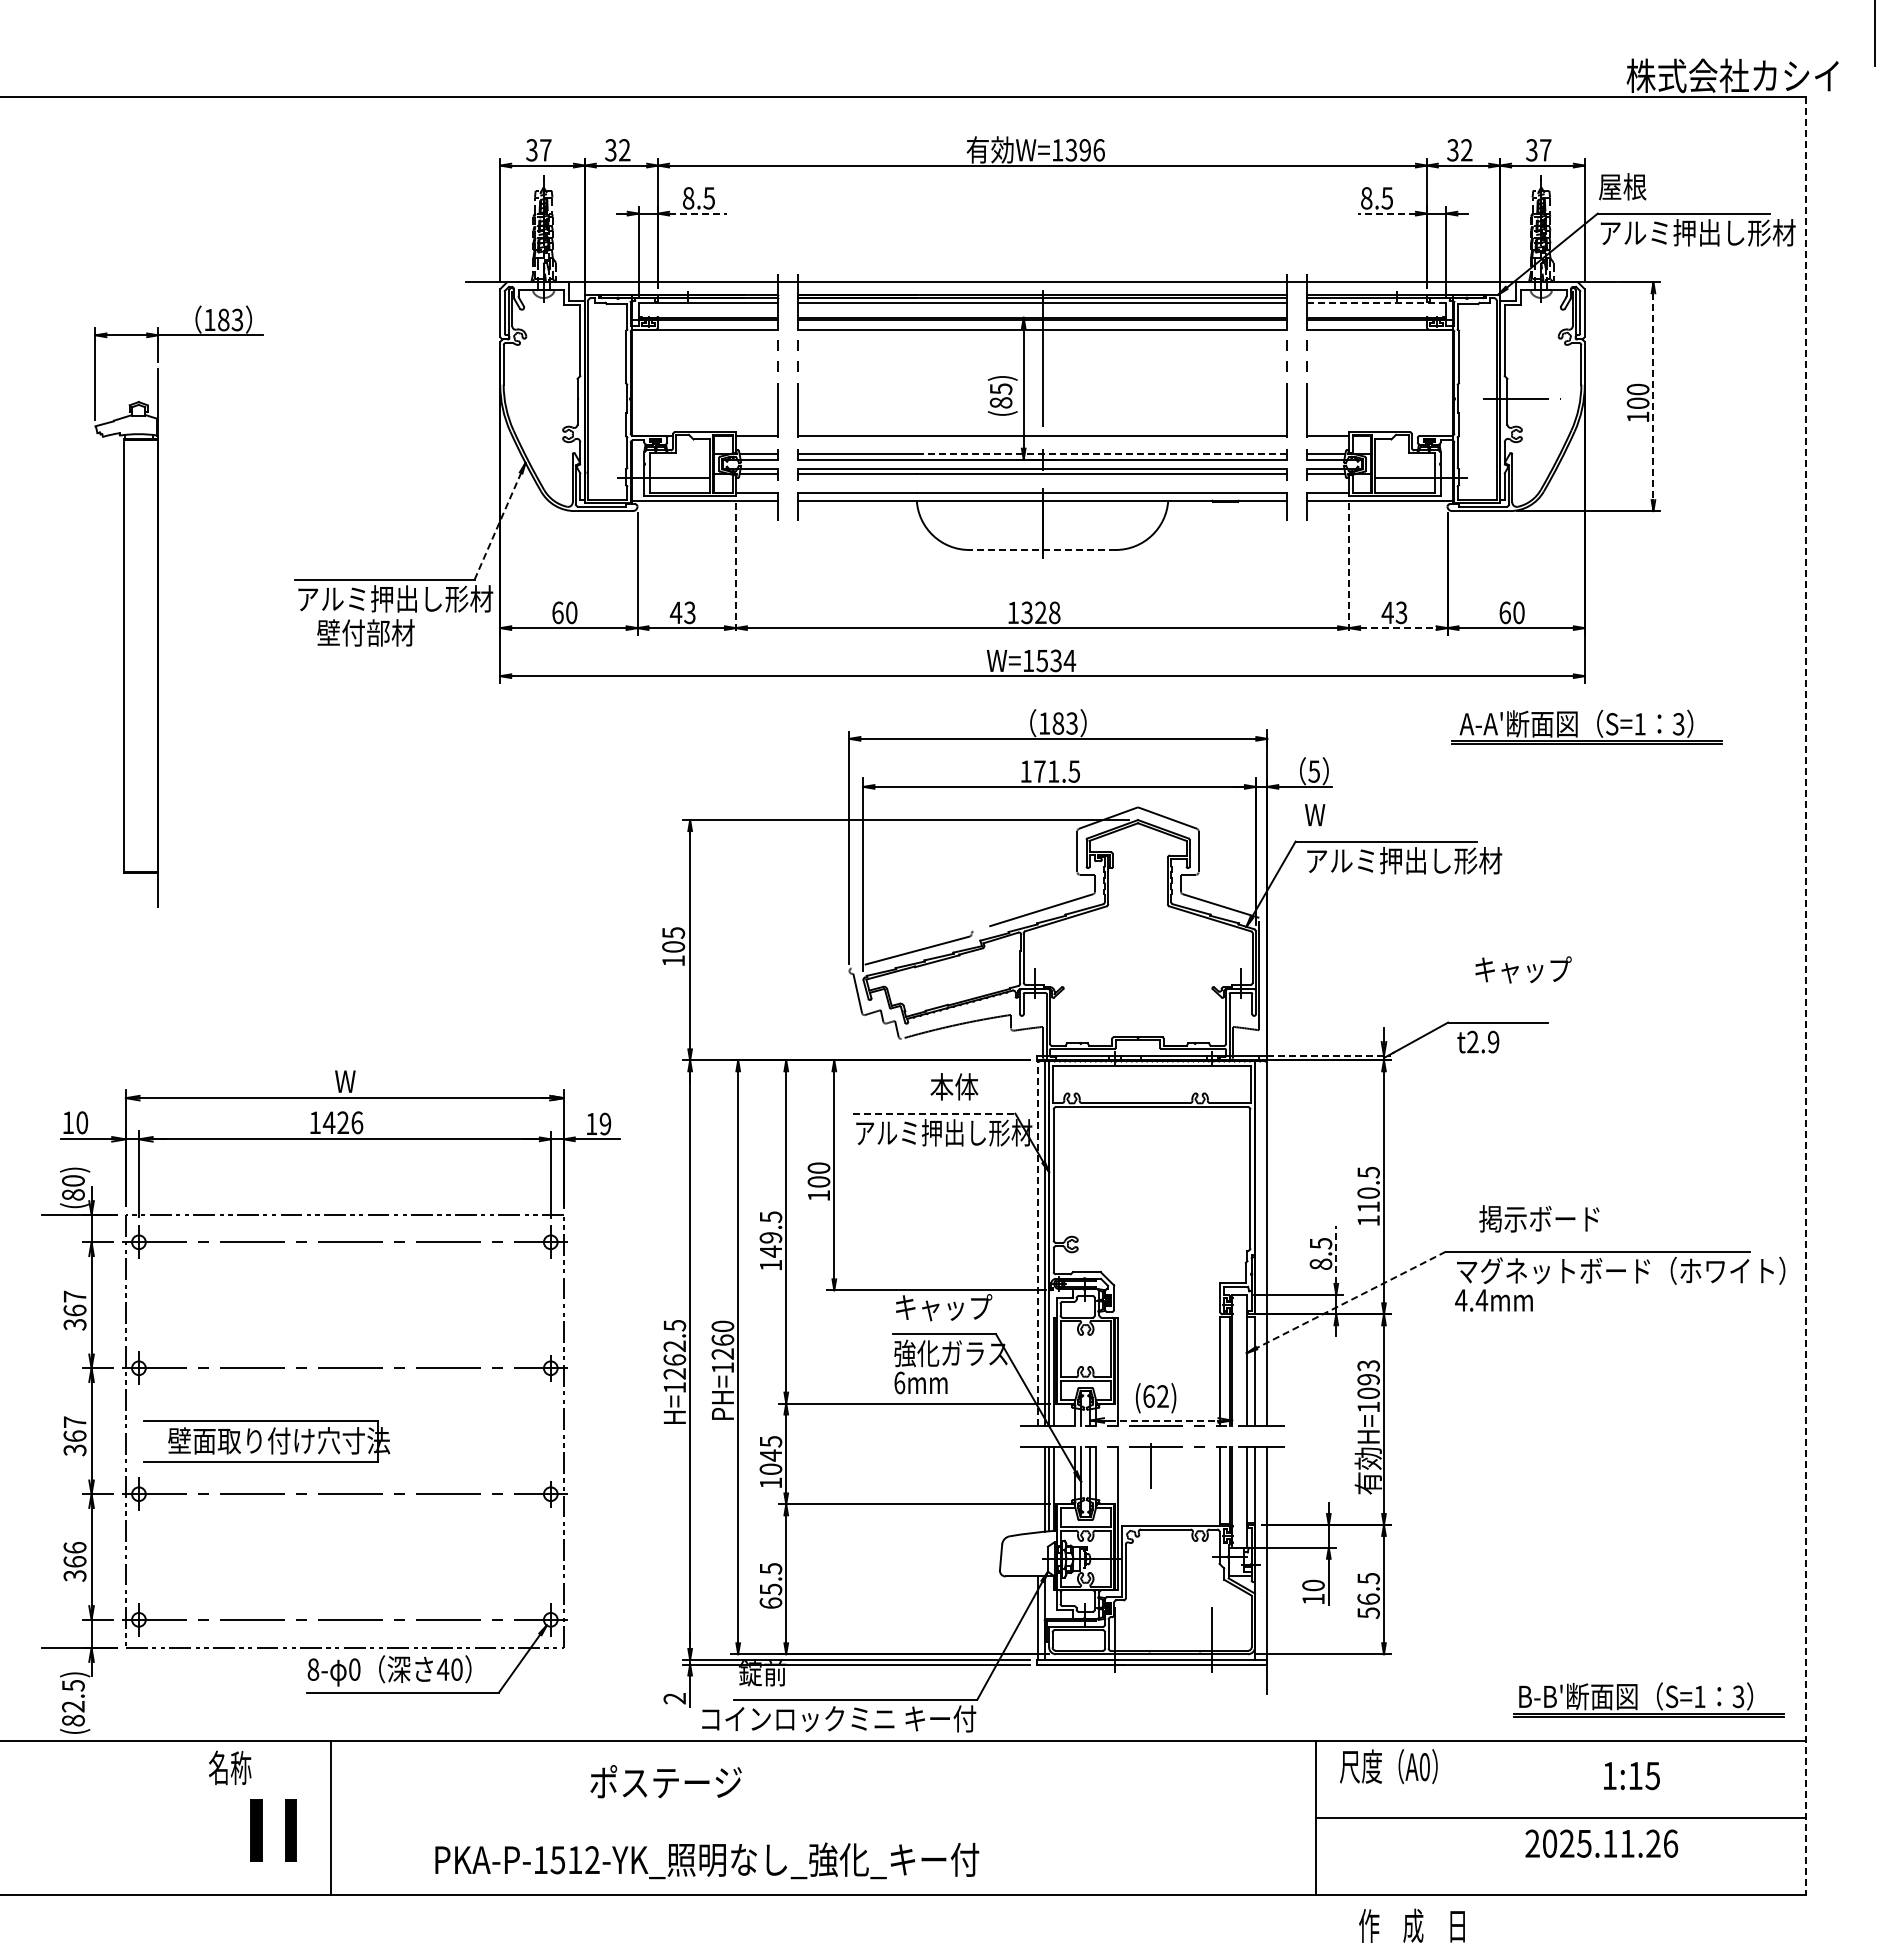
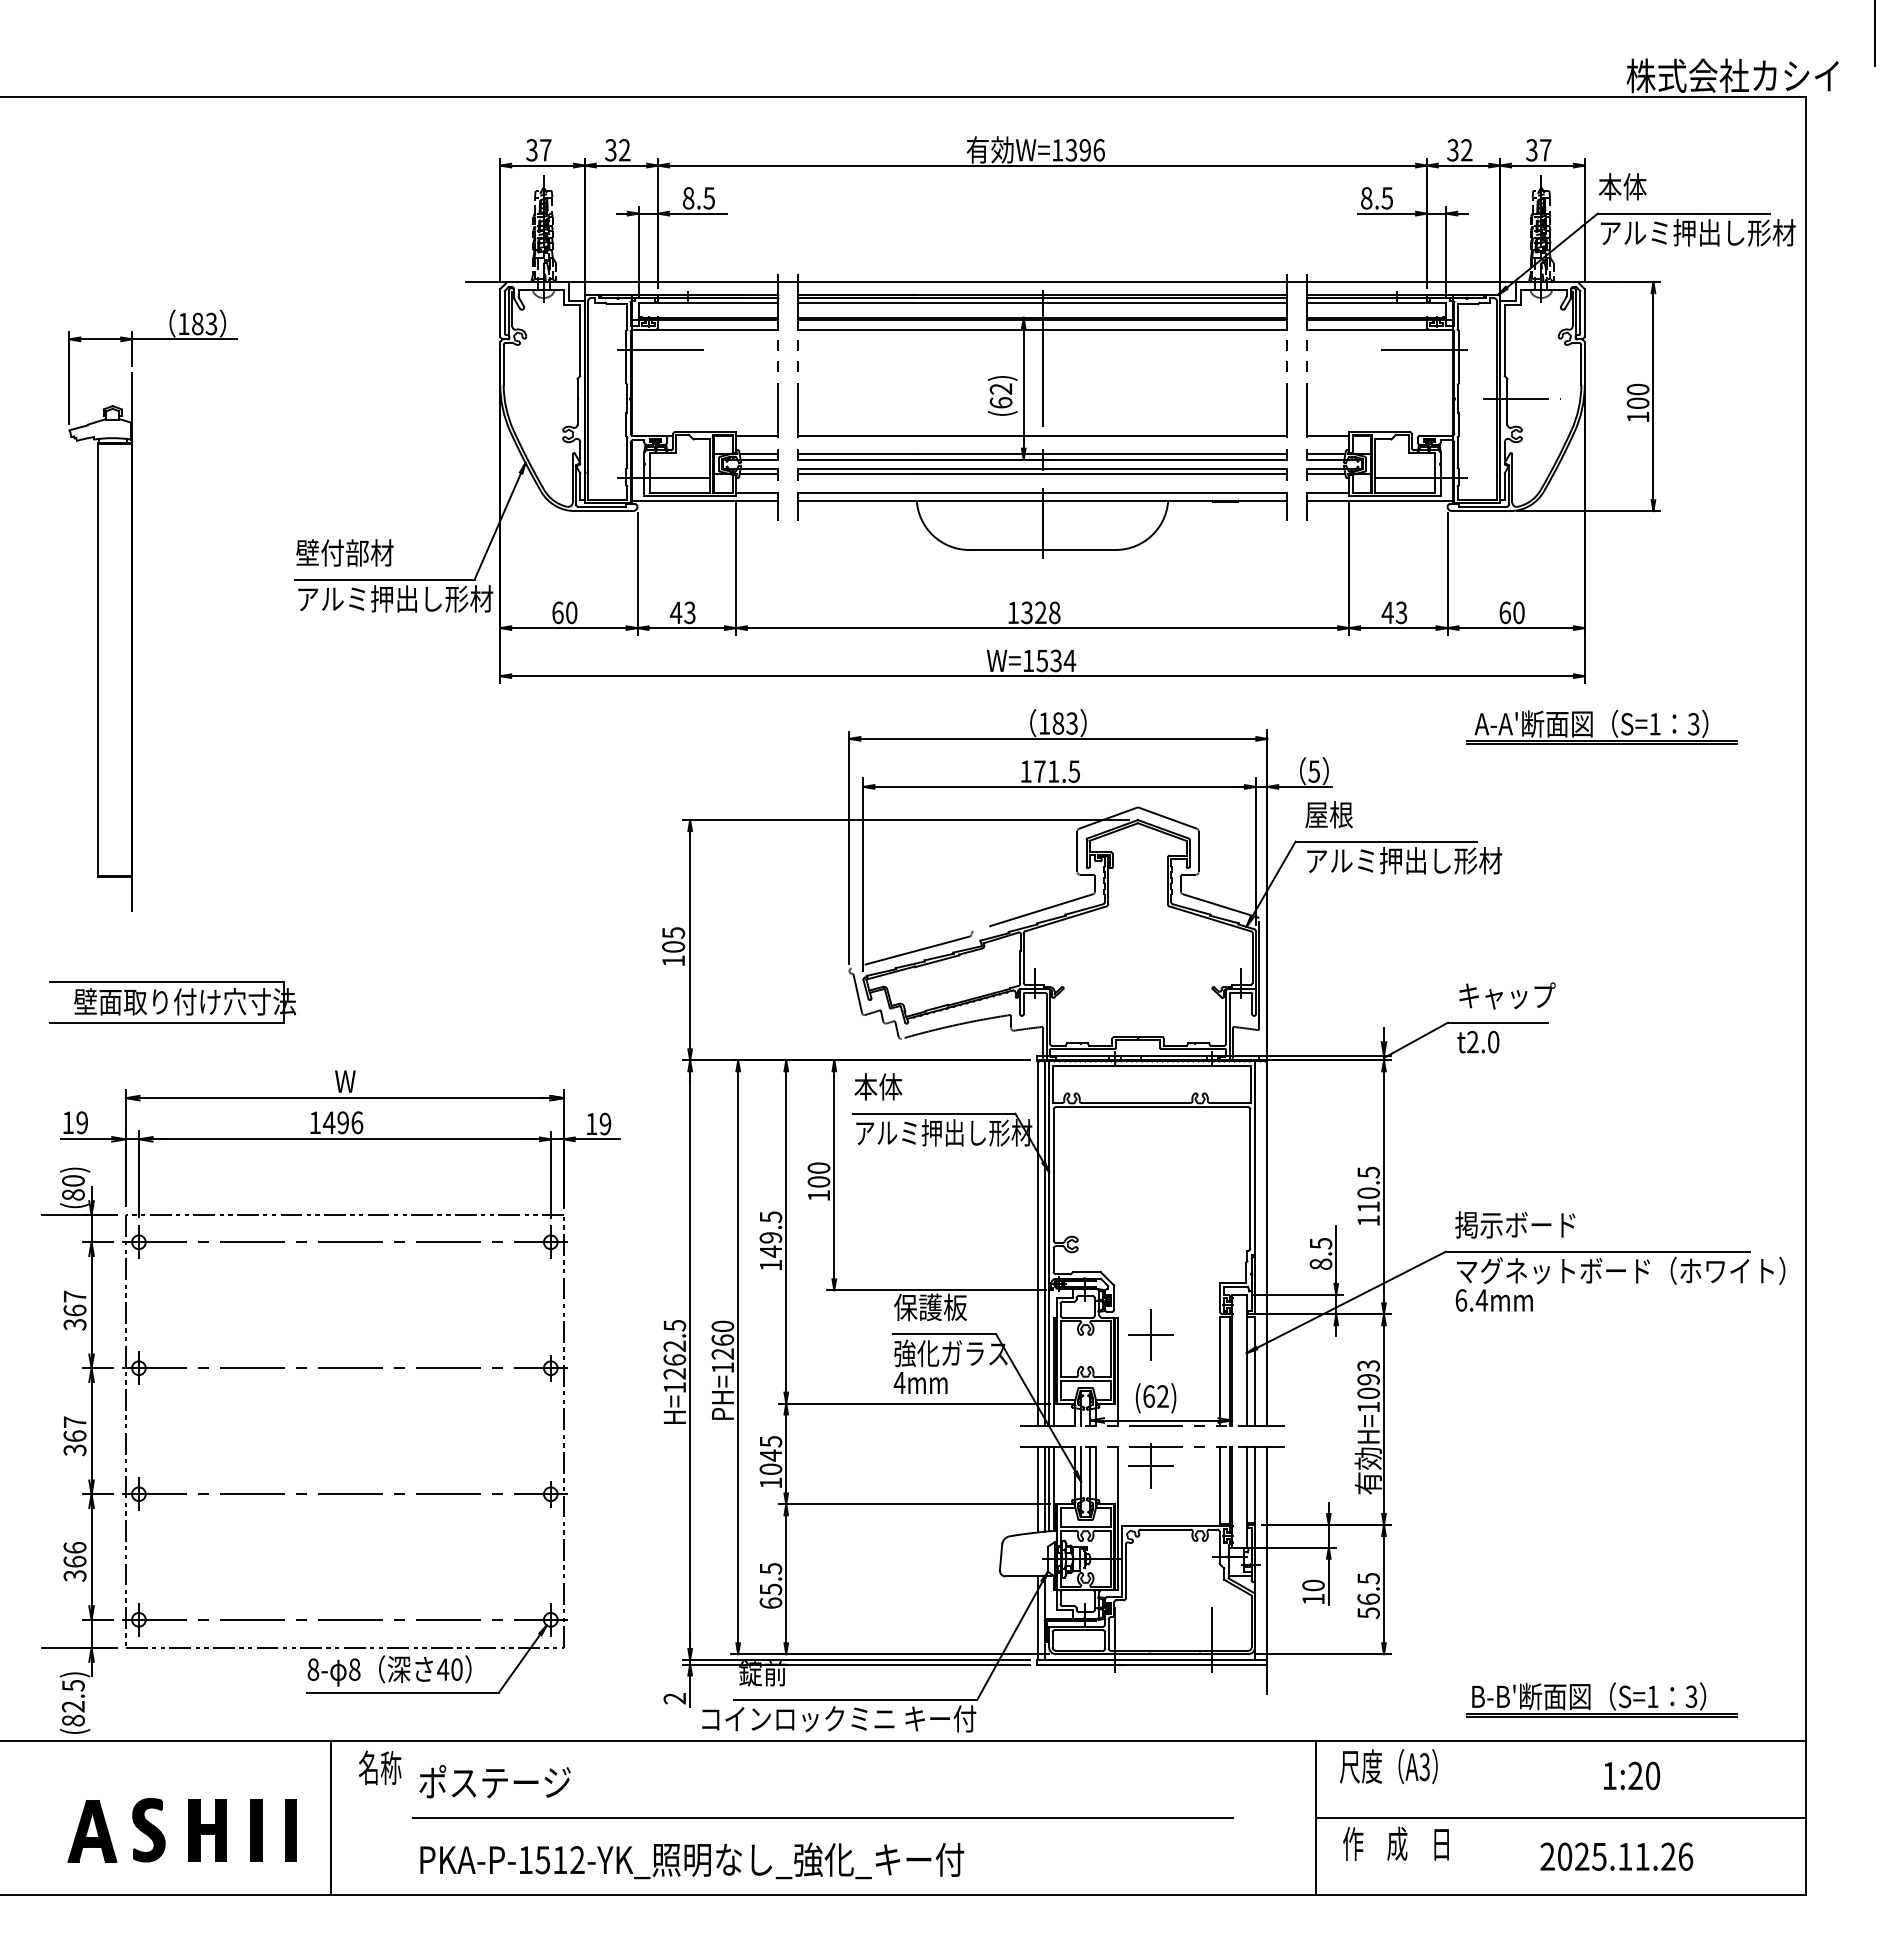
text at (1622, 186): 屋根 -> 本体
line at (697, 213): dashed -> solid
line at (1387, 213): dashed -> solid
line at (1376, 303): dashed -> solid
line at (659, 349): none -> present
line at (1424, 349): none -> present
text at (1000, 395): (85) -> (62)
line at (1653, 397): dashed -> solid
line at (1101, 453): dashed -> solid
line at (498, 525): dashed -> solid
line at (1042, 549): dashed -> solid
line at (735, 569): dashed -> solid
line at (1349, 569): dashed -> solid
part at (158, 606) position: (158, 606) -> (132, 610)
line at (1398, 628): dashed -> solid
text at (365, 632) position: (365, 632) -> (344, 552)
part at (1577, 726) position: (1577, 726) -> (1592, 726)
text at (1328, 814): W -> 屋根
text at (1523, 969) position: (1523, 969) -> (1507, 995)
line at (1806, 996): dashed -> solid
text at (1493, 1042): t2.9 -> t2.0
line at (1329, 1055): dashed -> solid
text at (954, 1086) position: (954, 1086) -> (878, 1086)
line at (934, 1113): dashed -> solid
text at (82, 1122): 10 -> 19
text at (342, 1122): 1426 -> 1496
text at (1539, 1218) position: (1539, 1218) -> (1515, 1224)
line at (1038, 1243): dashed -> solid
line at (1336, 1254): dashed -> solid
line at (1350, 1300): dashed -> solid
text at (1461, 1300): 4.4mm -> 6.4mm
text at (943, 1307): キャップ -> 保護板
part at (1150, 1334): none -> present
text at (899, 1382): 6mm -> 4mm
line at (1163, 1420): dashed -> solid
part at (266, 1441) position: (266, 1441) -> (172, 1002)
line at (1151, 1465): none -> present
line at (1038, 1489): none -> present
text at (354, 1669): 0 -> 8
part at (1657, 1699) position: (1657, 1699) -> (1610, 1699)
text at (230, 1767) position: (230, 1767) -> (380, 1767)
text at (1424, 1767): A0 -> A3
text at (1644, 1775): 1:15 -> 1:20
text at (665, 1781) position: (665, 1781) -> (494, 1781)
line at (822, 1817): none -> present
part at (148, 1830): none -> present
part at (207, 1830): none -> present
part at (92, 1831): none -> present
text at (1601, 1843) position: (1601, 1843) -> (1616, 1856)
text at (707, 1860) position: (707, 1860) -> (692, 1860)
text at (1411, 1925) position: (1411, 1925) -> (1395, 1843)
